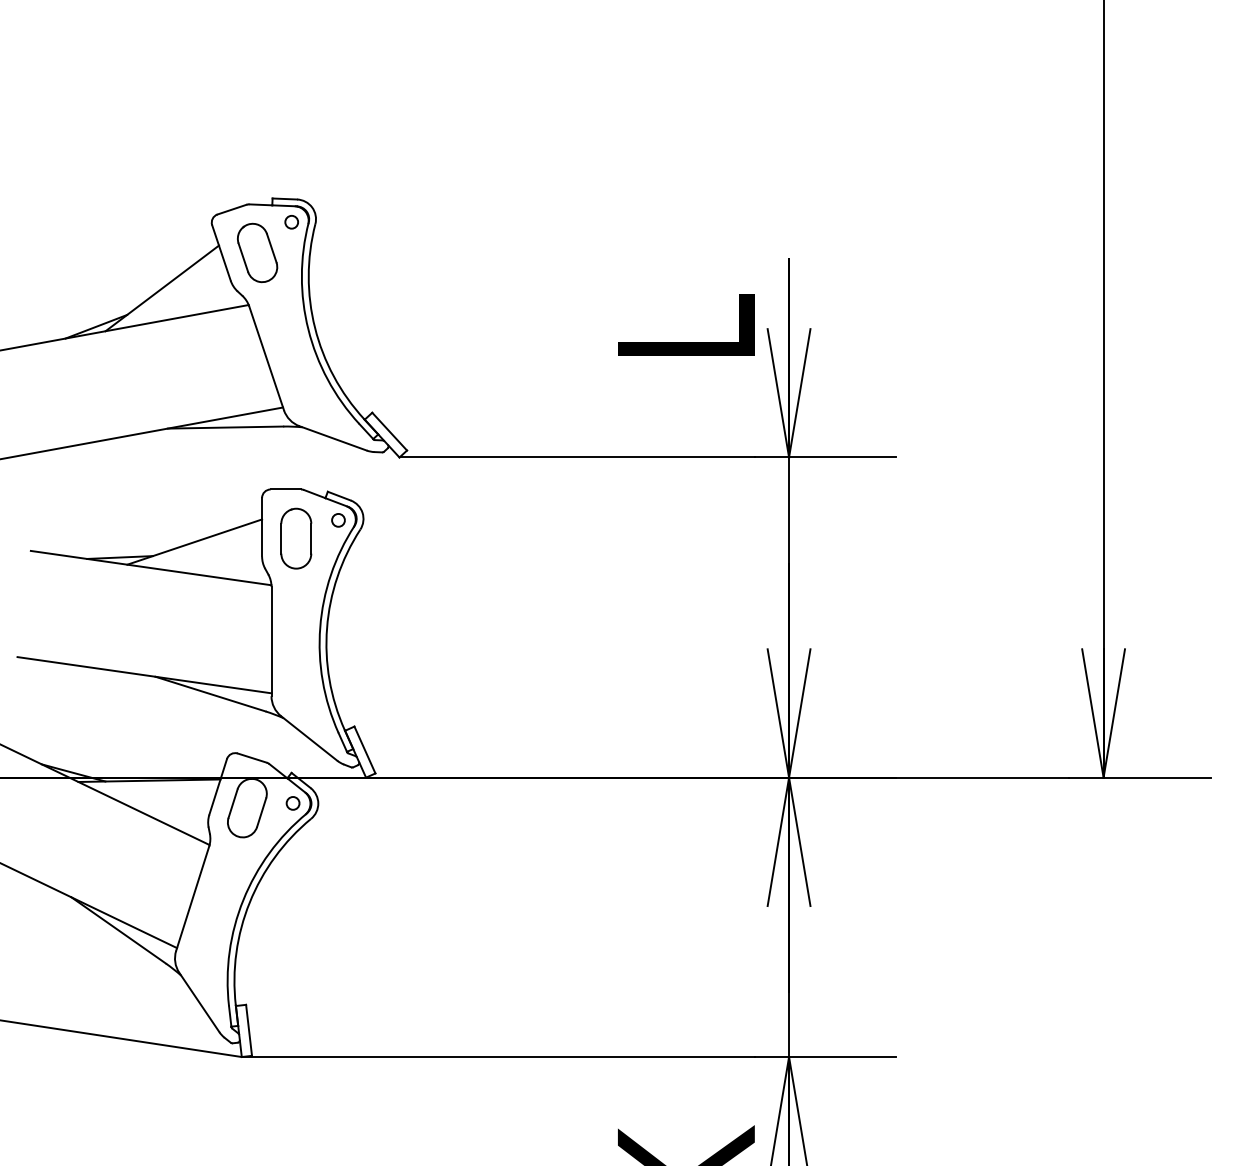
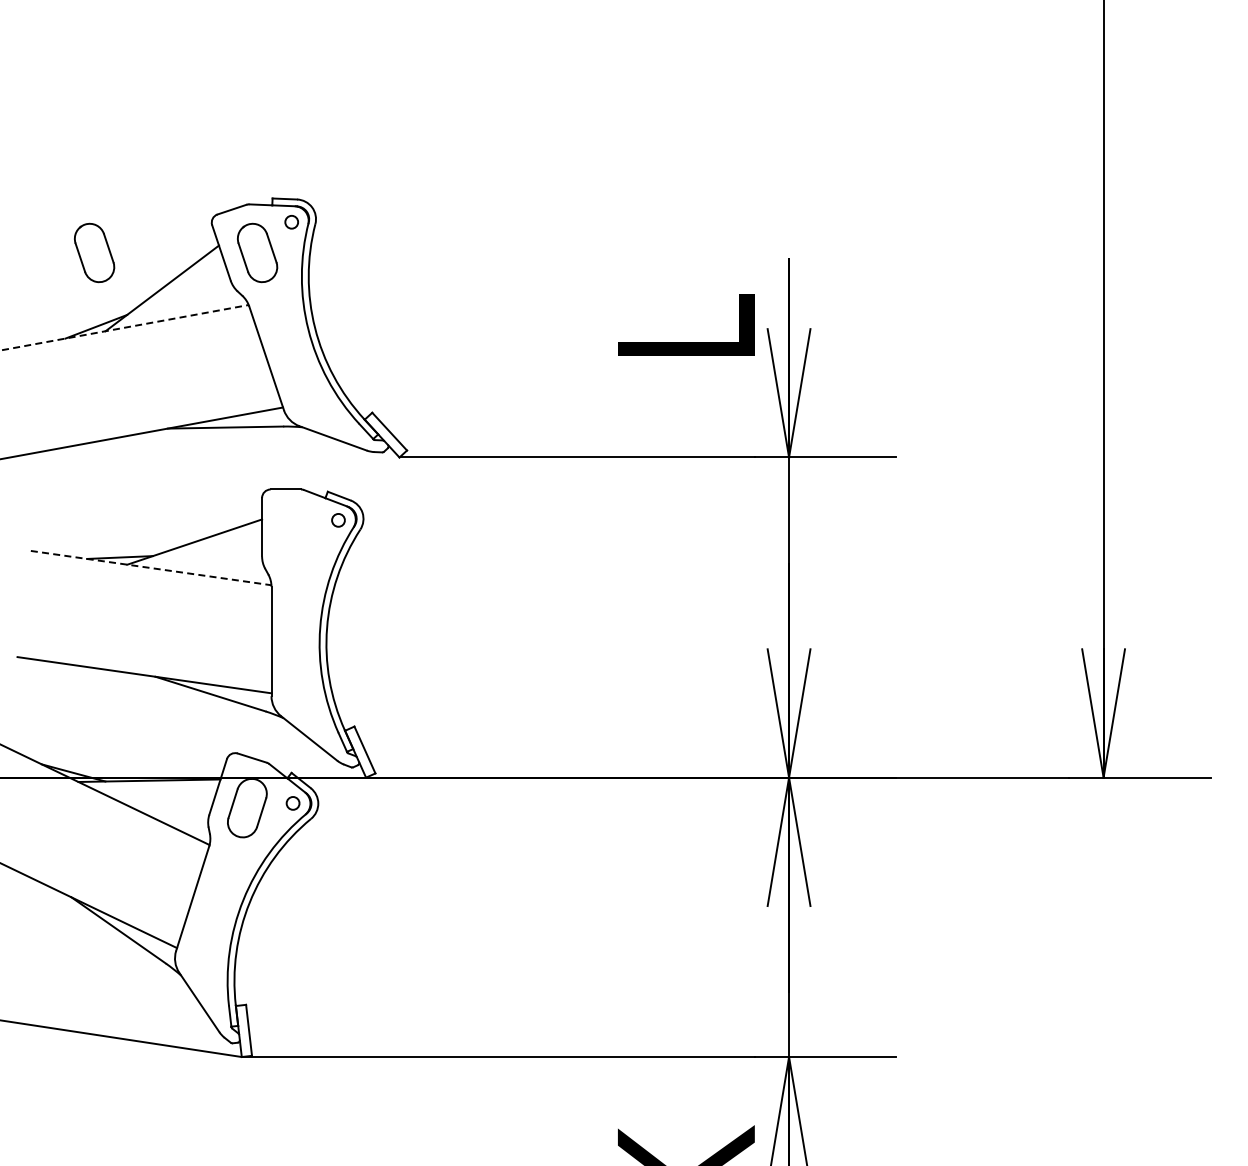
part at (94, 252): none -> present
line at (124, 327): solid -> dashed
part at (296, 538): present -> none
line at (151, 568): solid -> dashed
